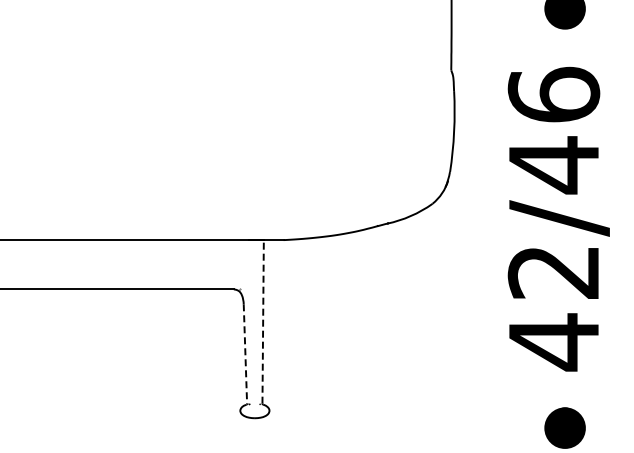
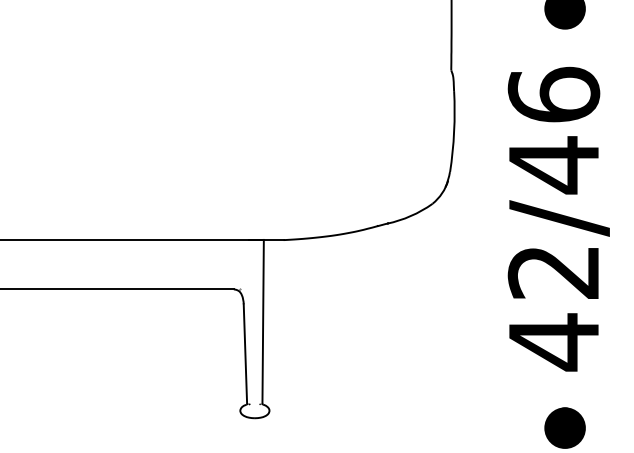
line at (263, 321): dashed -> solid
line at (245, 354): dashed -> solid
